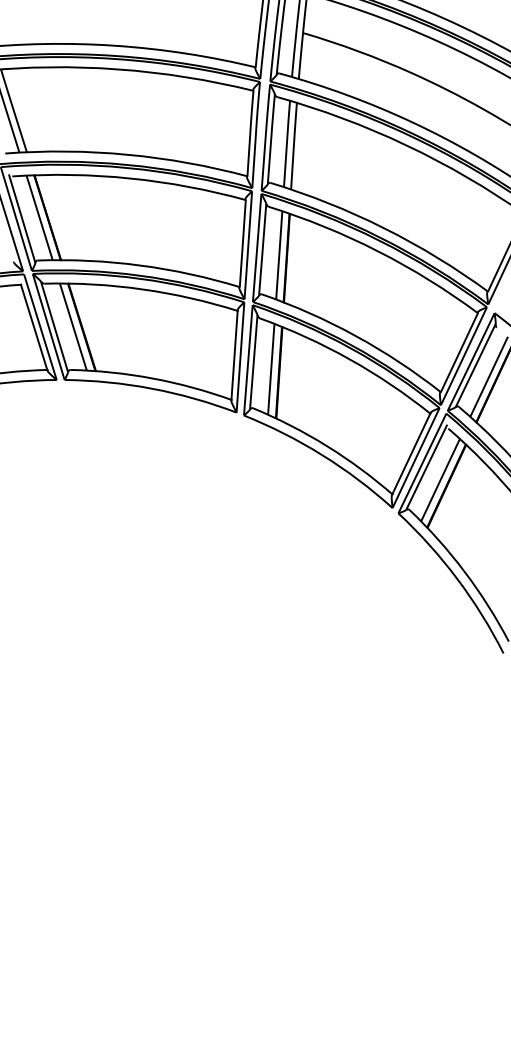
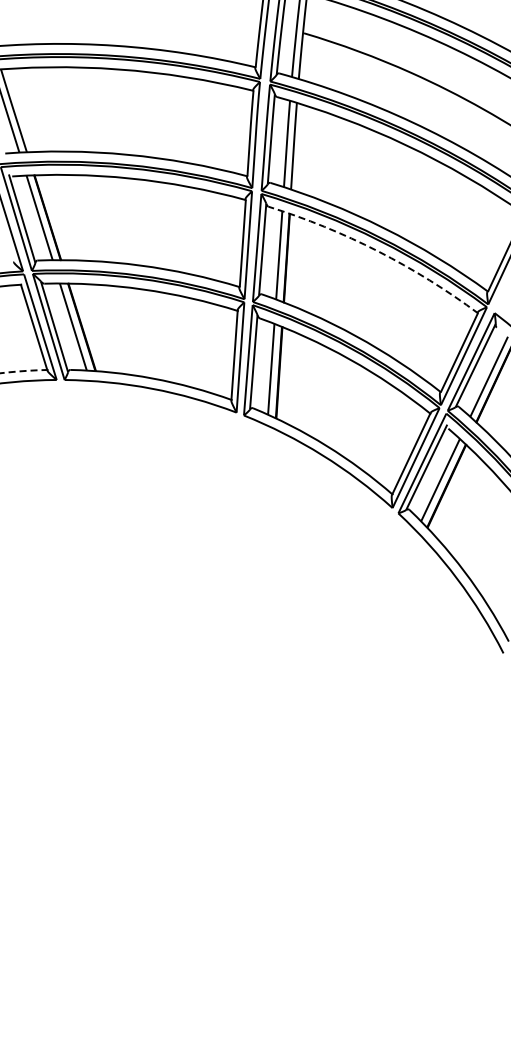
arc at (378, 251): solid -> dashed
arc at (23, 371): solid -> dashed
